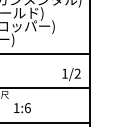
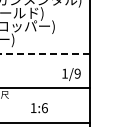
line at (45, 53): solid -> dashed
text at (77, 73): 1/2 -> 1/9
text at (22, 108) position: (22, 108) -> (39, 108)
